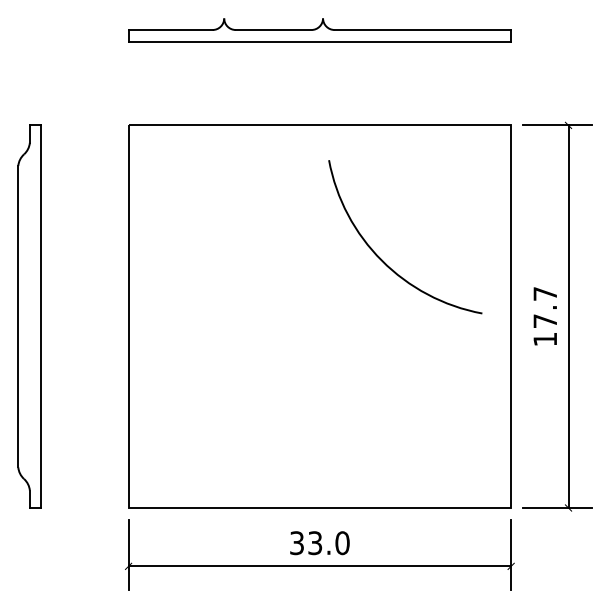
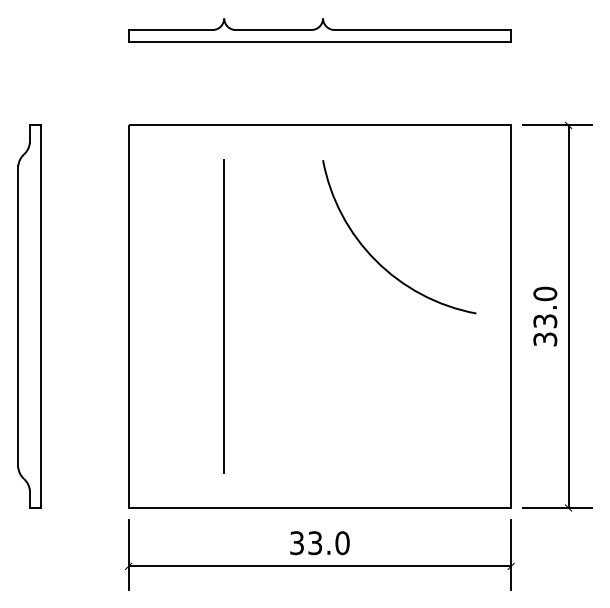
arc at (382, 259) position: (382, 259) -> (376, 259)
line at (224, 316): none -> present
text at (545, 316): 17.7 -> 33.0
